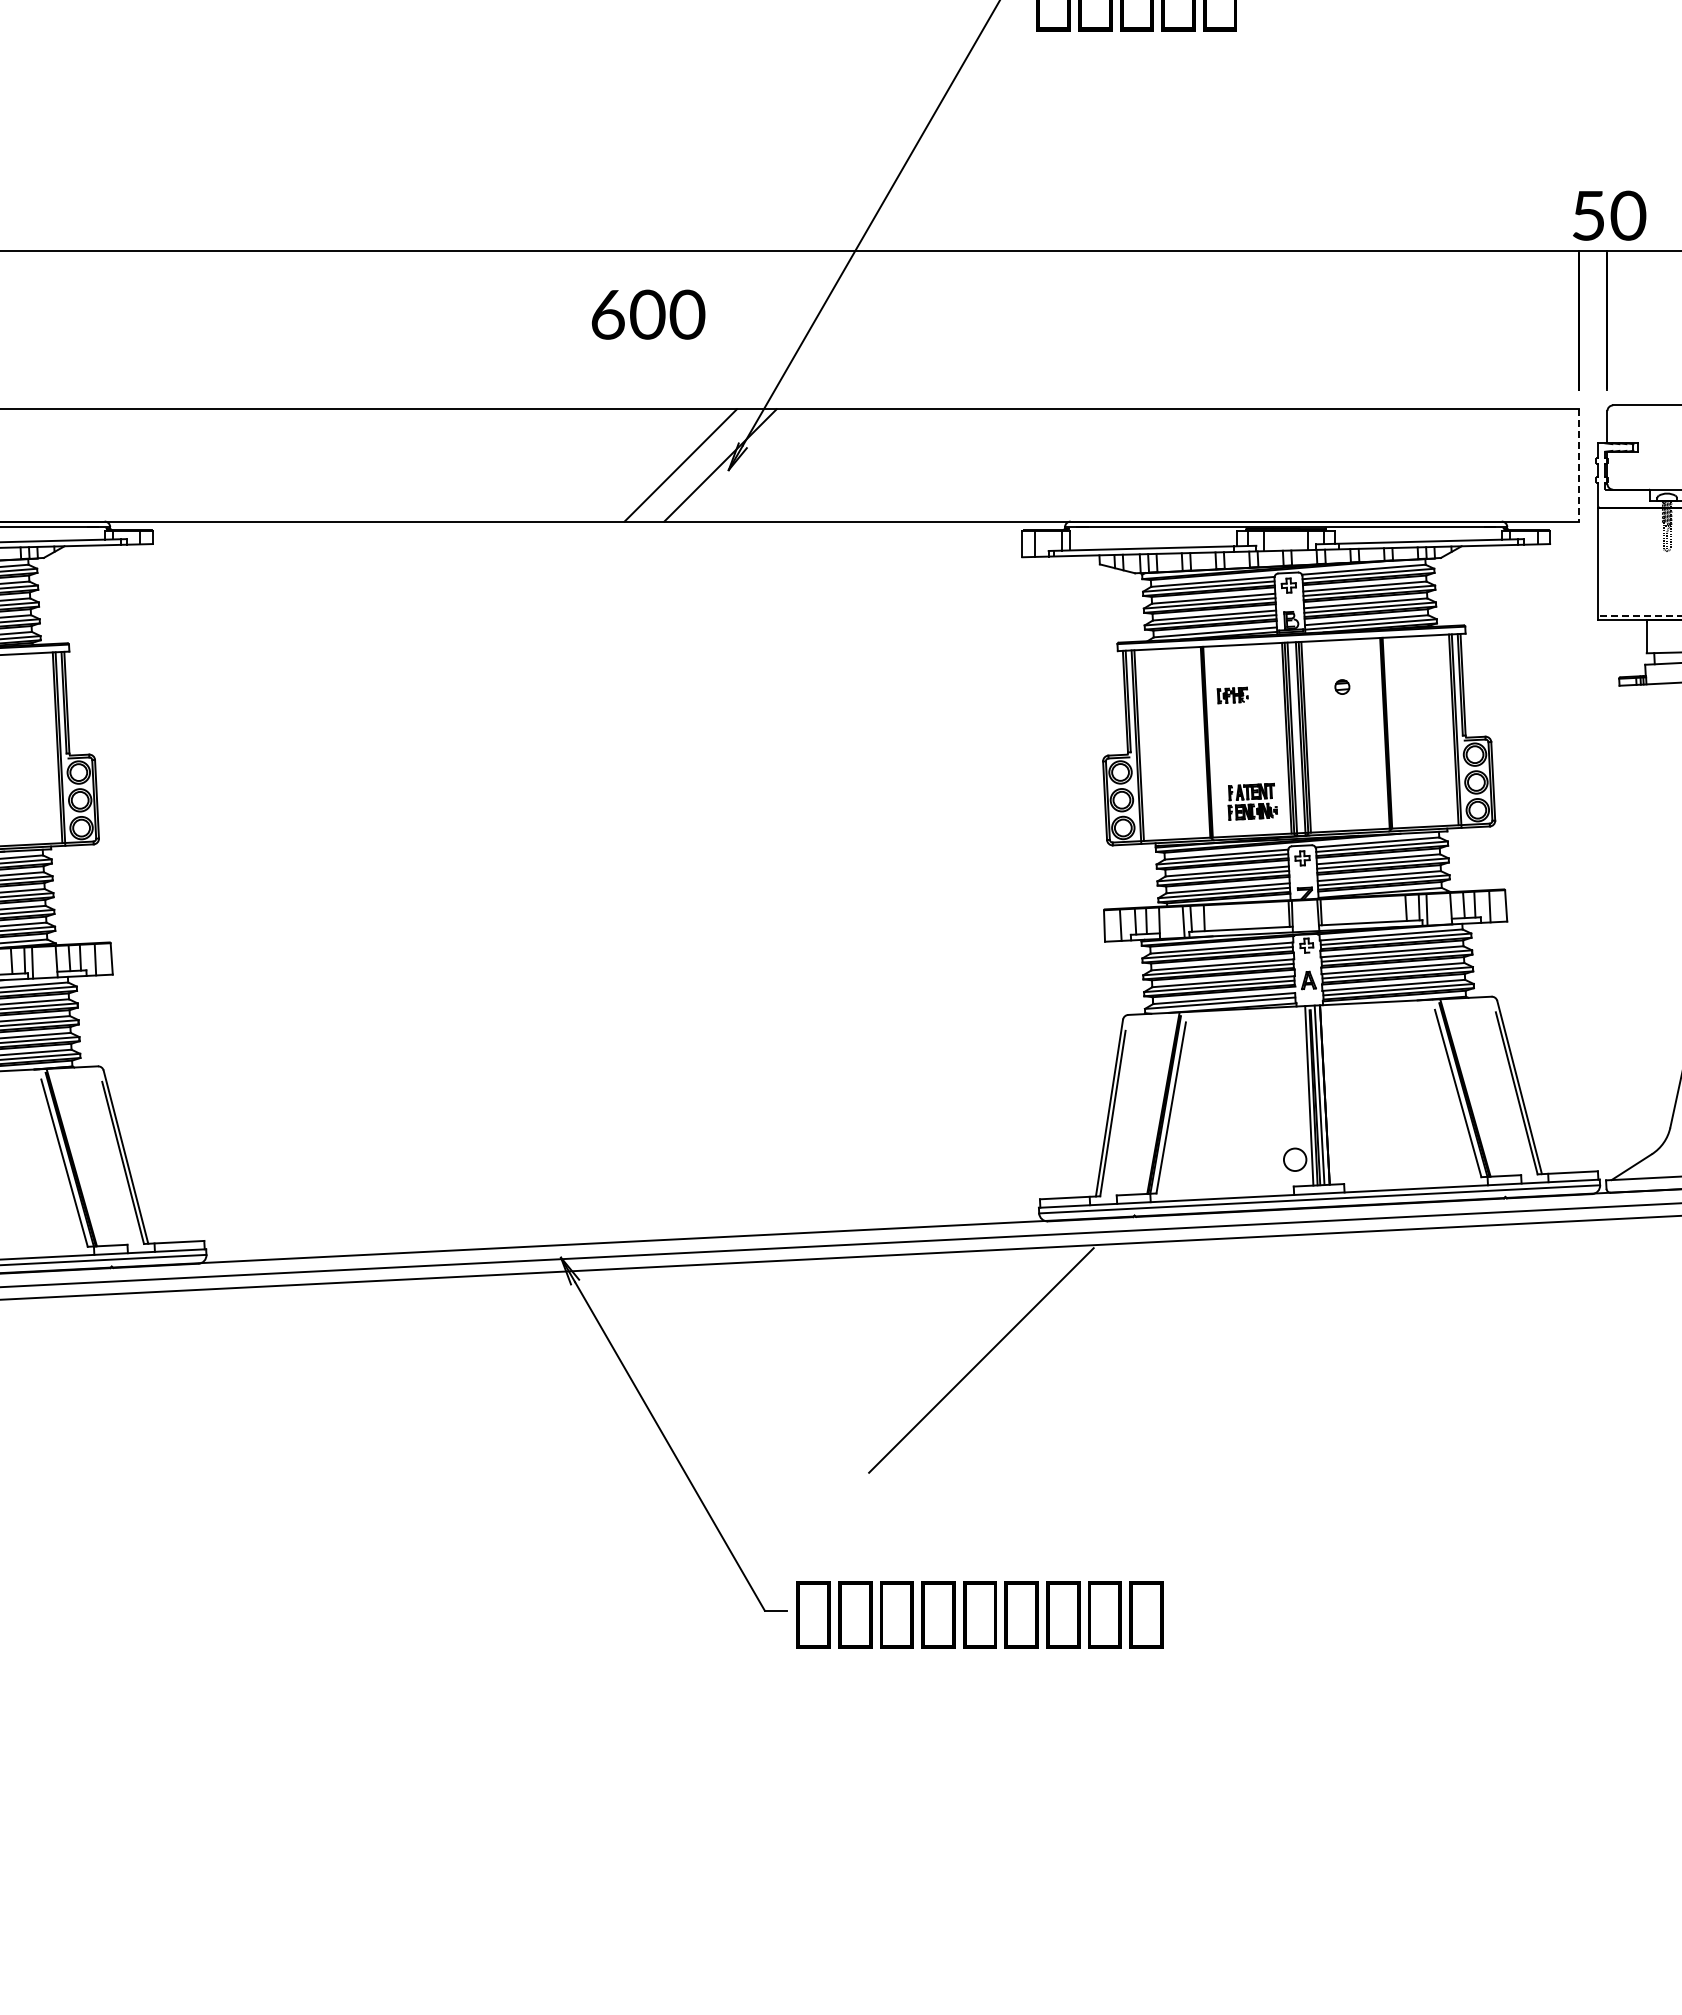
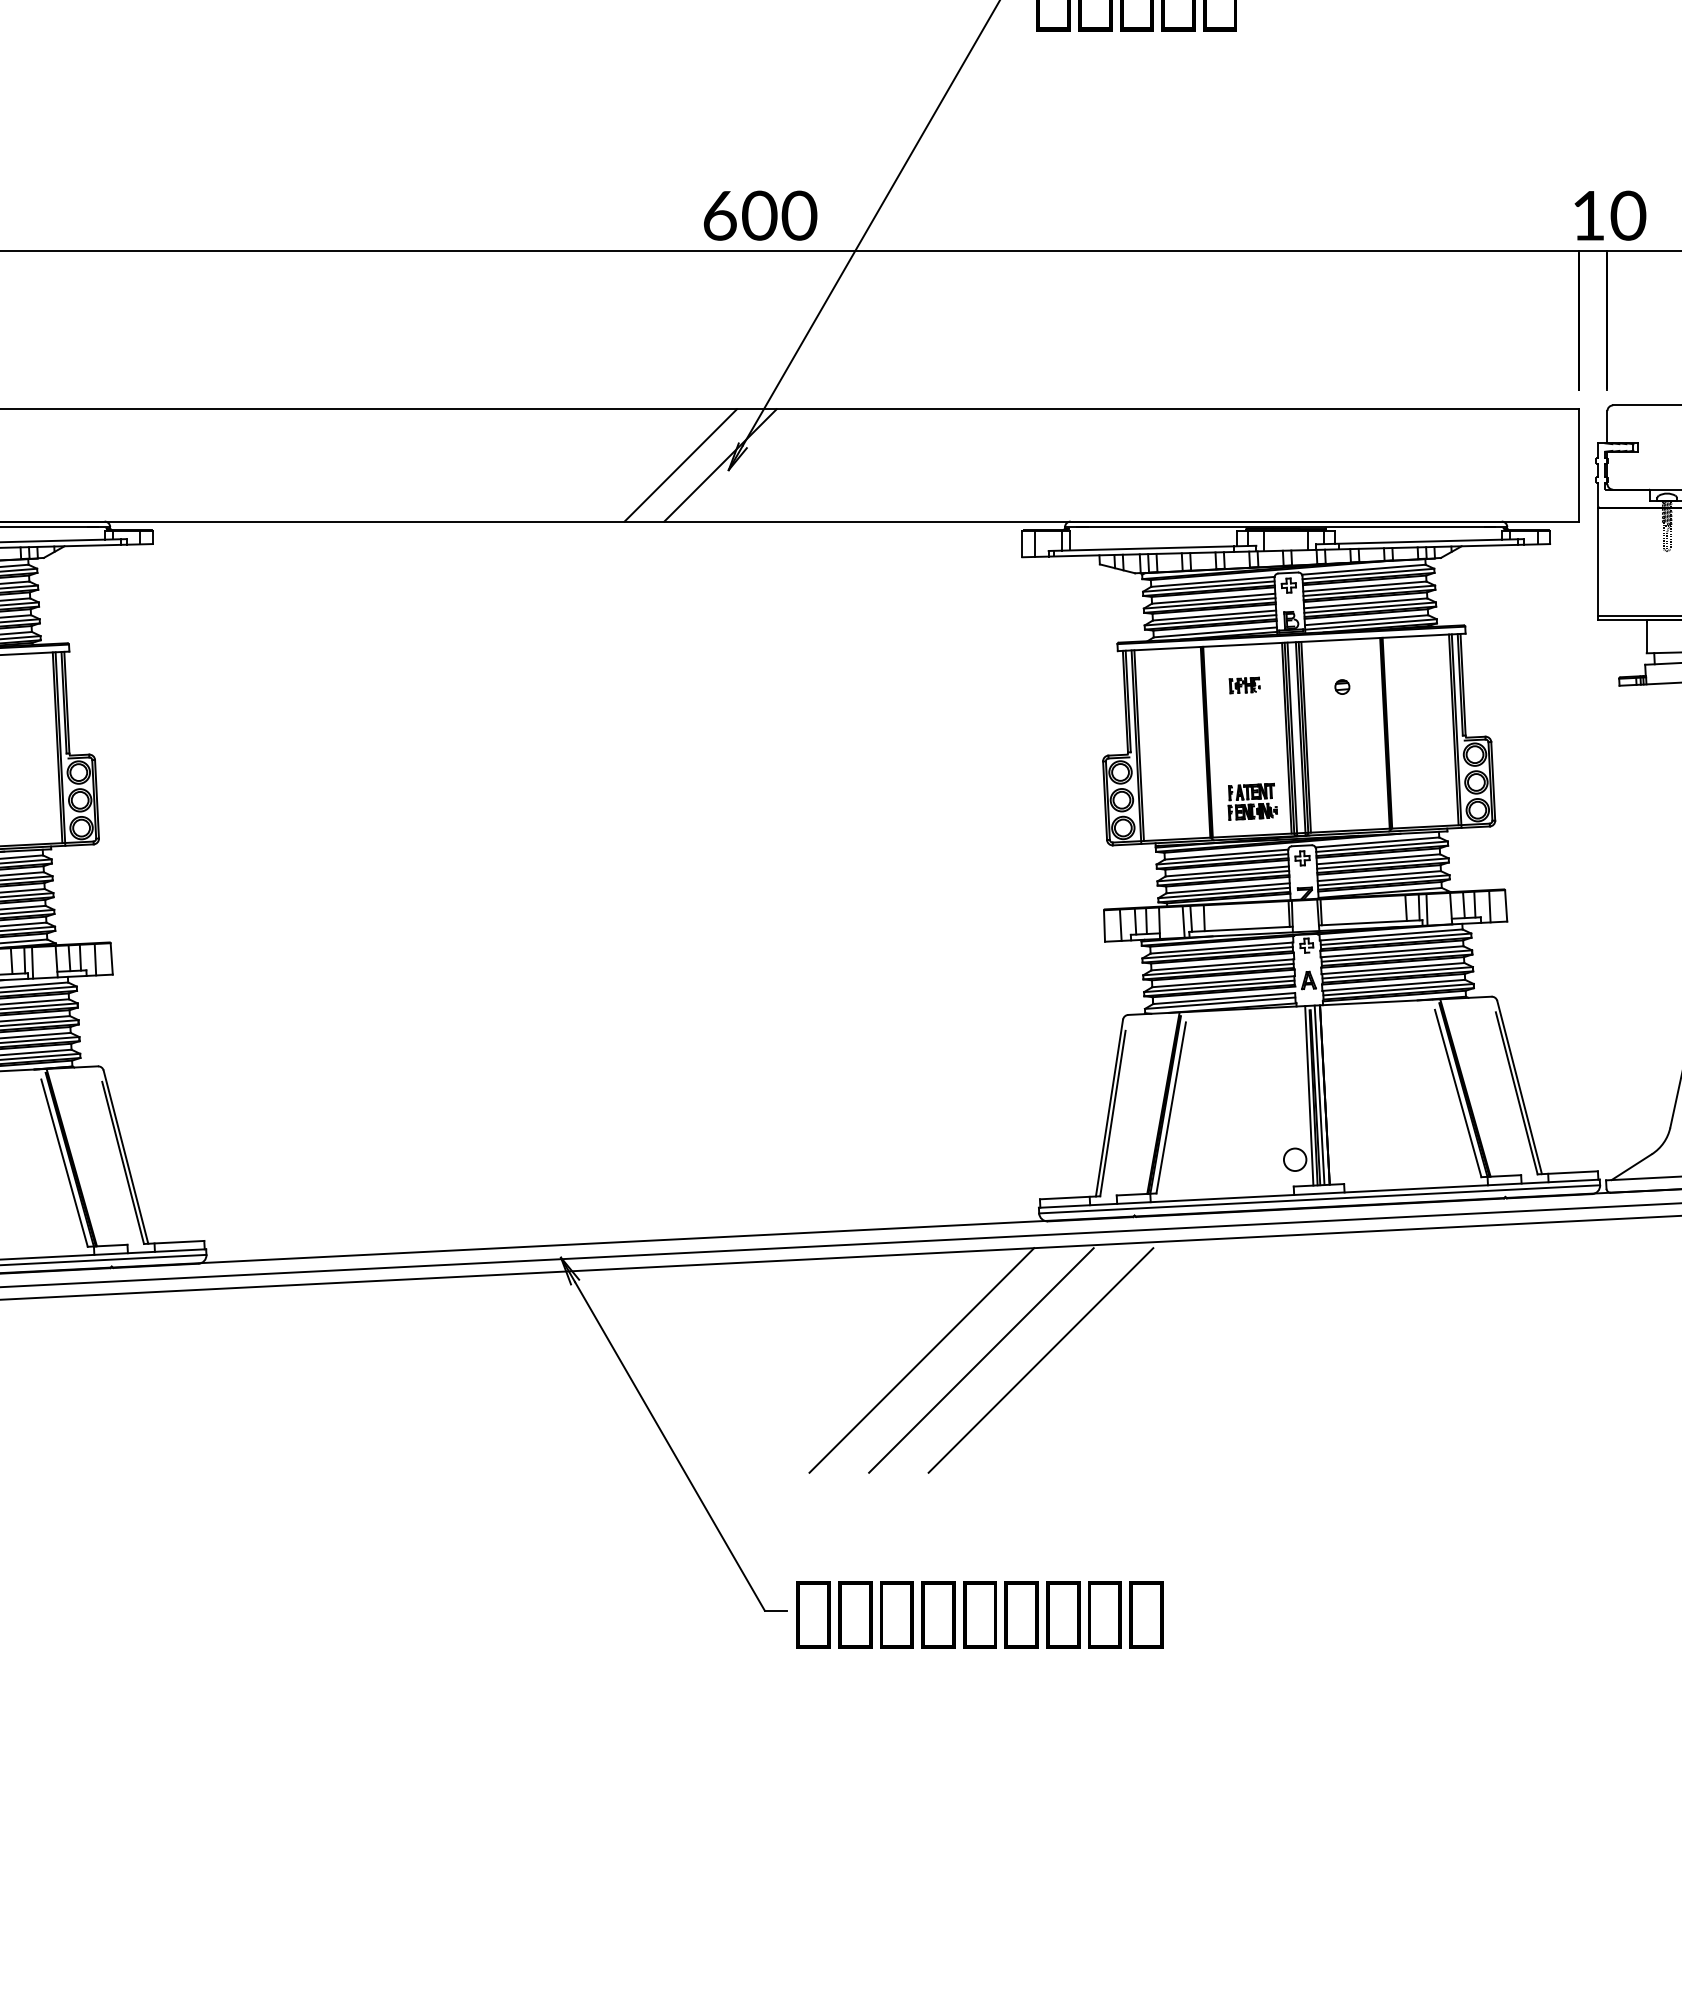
text at (1588, 215): 50 -> 10
text at (648, 314) position: (648, 314) -> (760, 215)
line at (1579, 465): dashed -> solid
line at (1639, 615): dashed -> solid
part at (1232, 695) position: (1232, 695) -> (1244, 685)
line at (921, 1360): none -> present
line at (1040, 1360): none -> present
